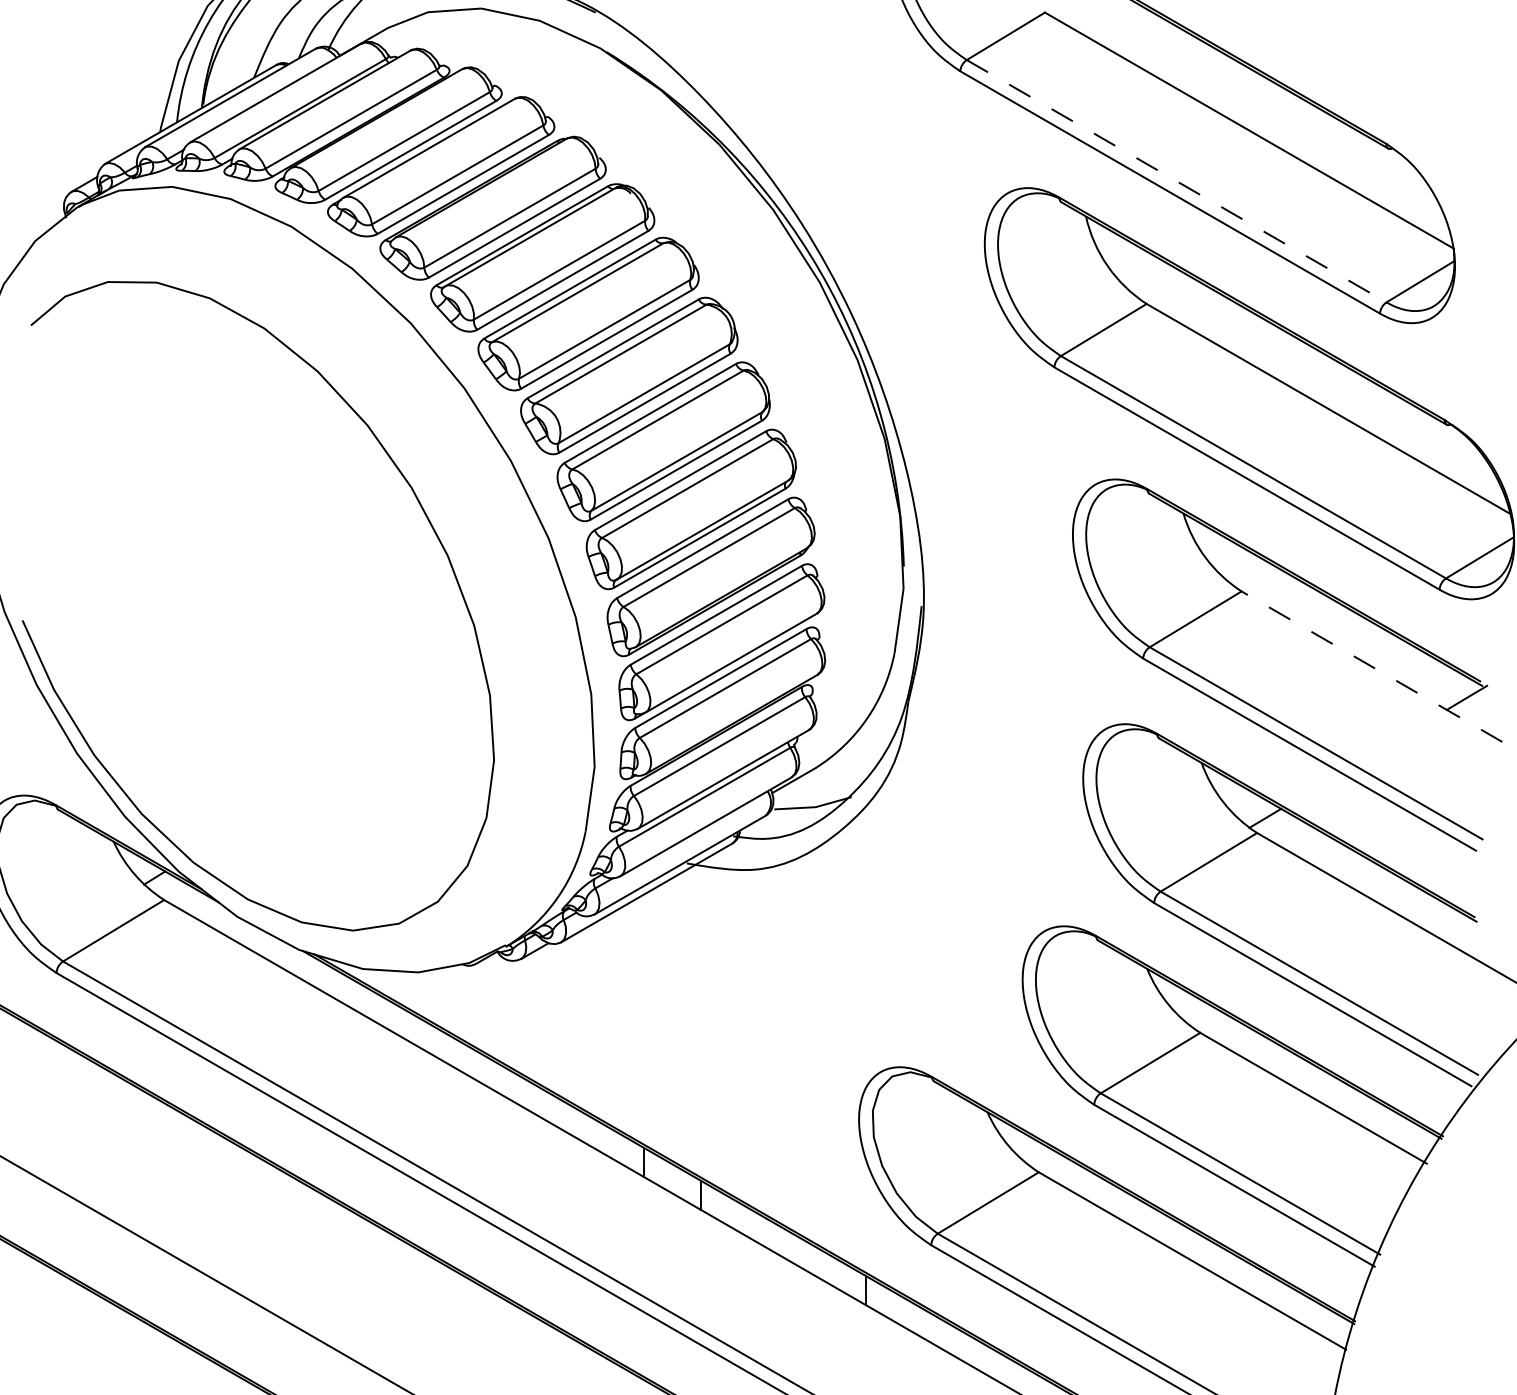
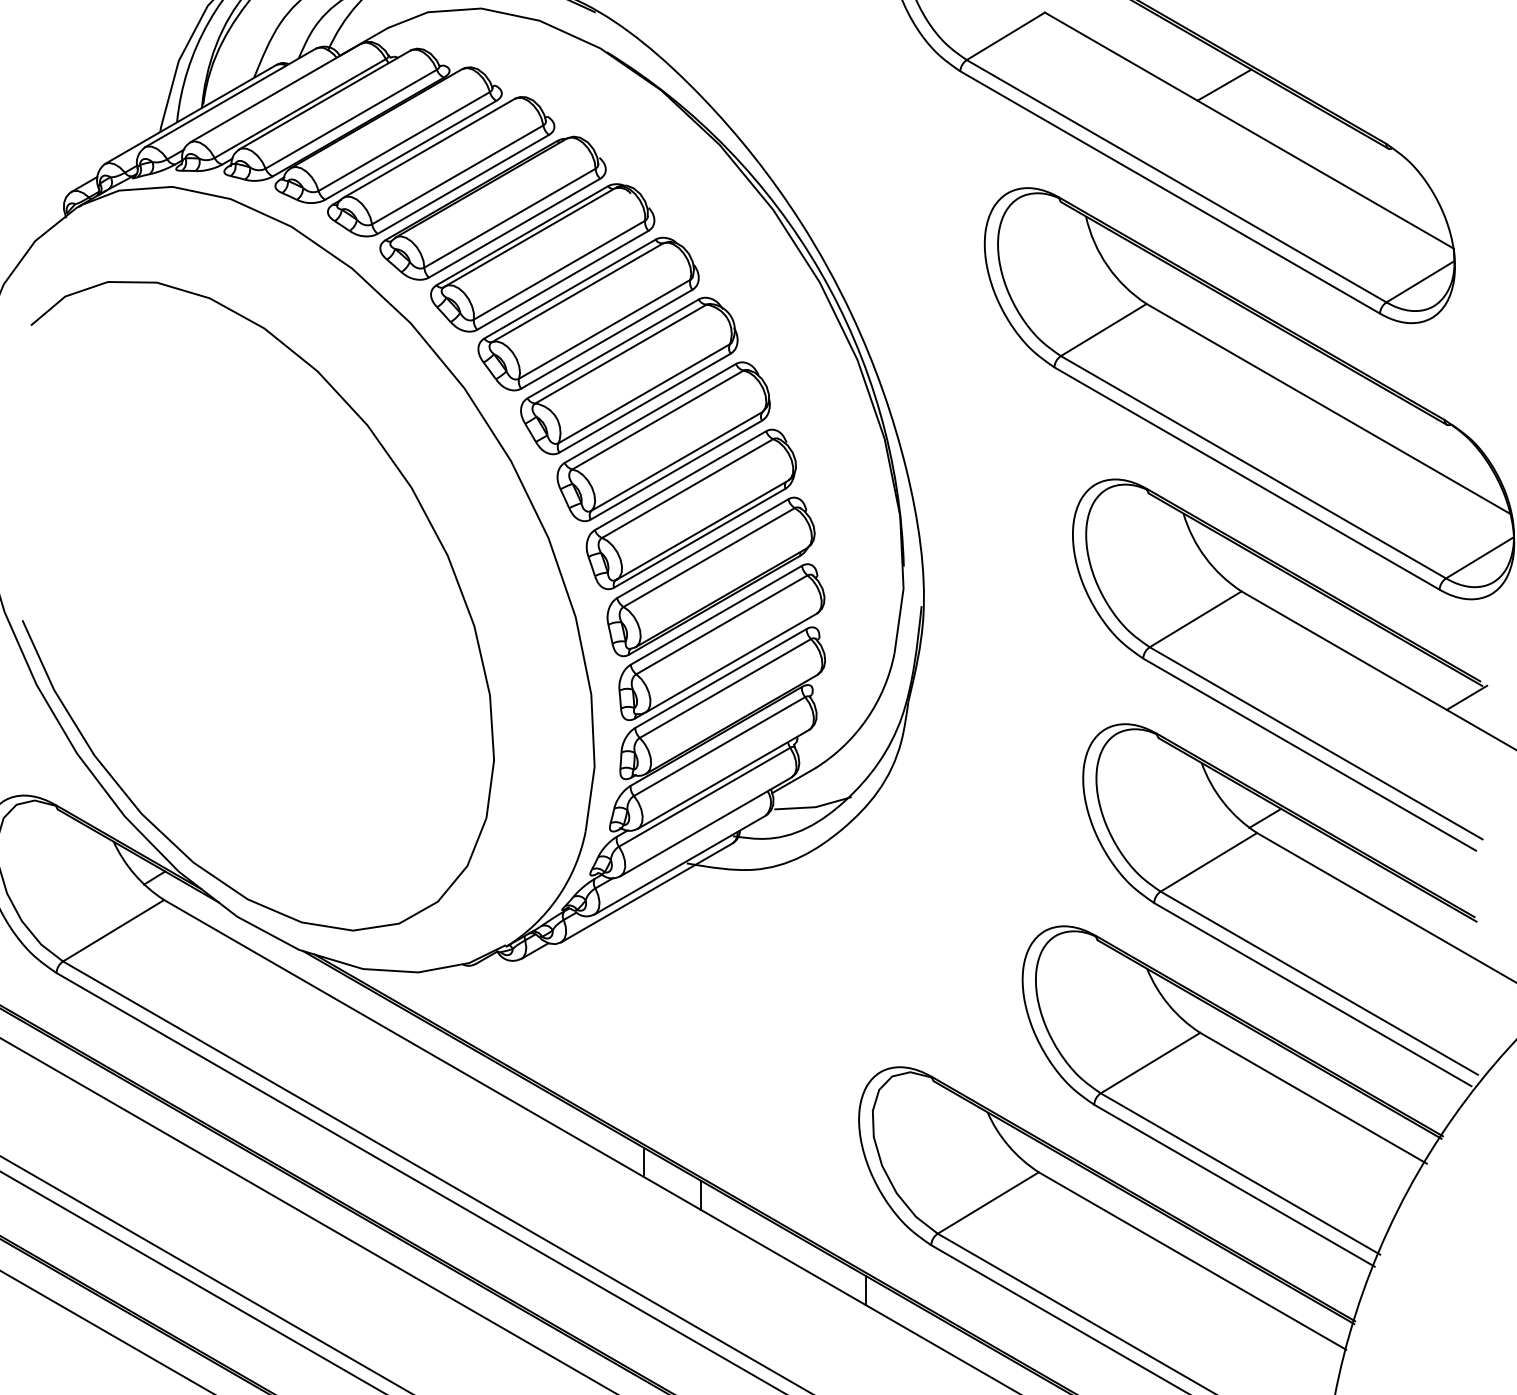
line at (1224, 84): none -> present
line at (1177, 181): dashed -> solid
line at (1379, 670): dashed -> solid
line at (307, 1215): none -> present
line at (191, 1281): none -> present
line at (105, 1331): none -> present
